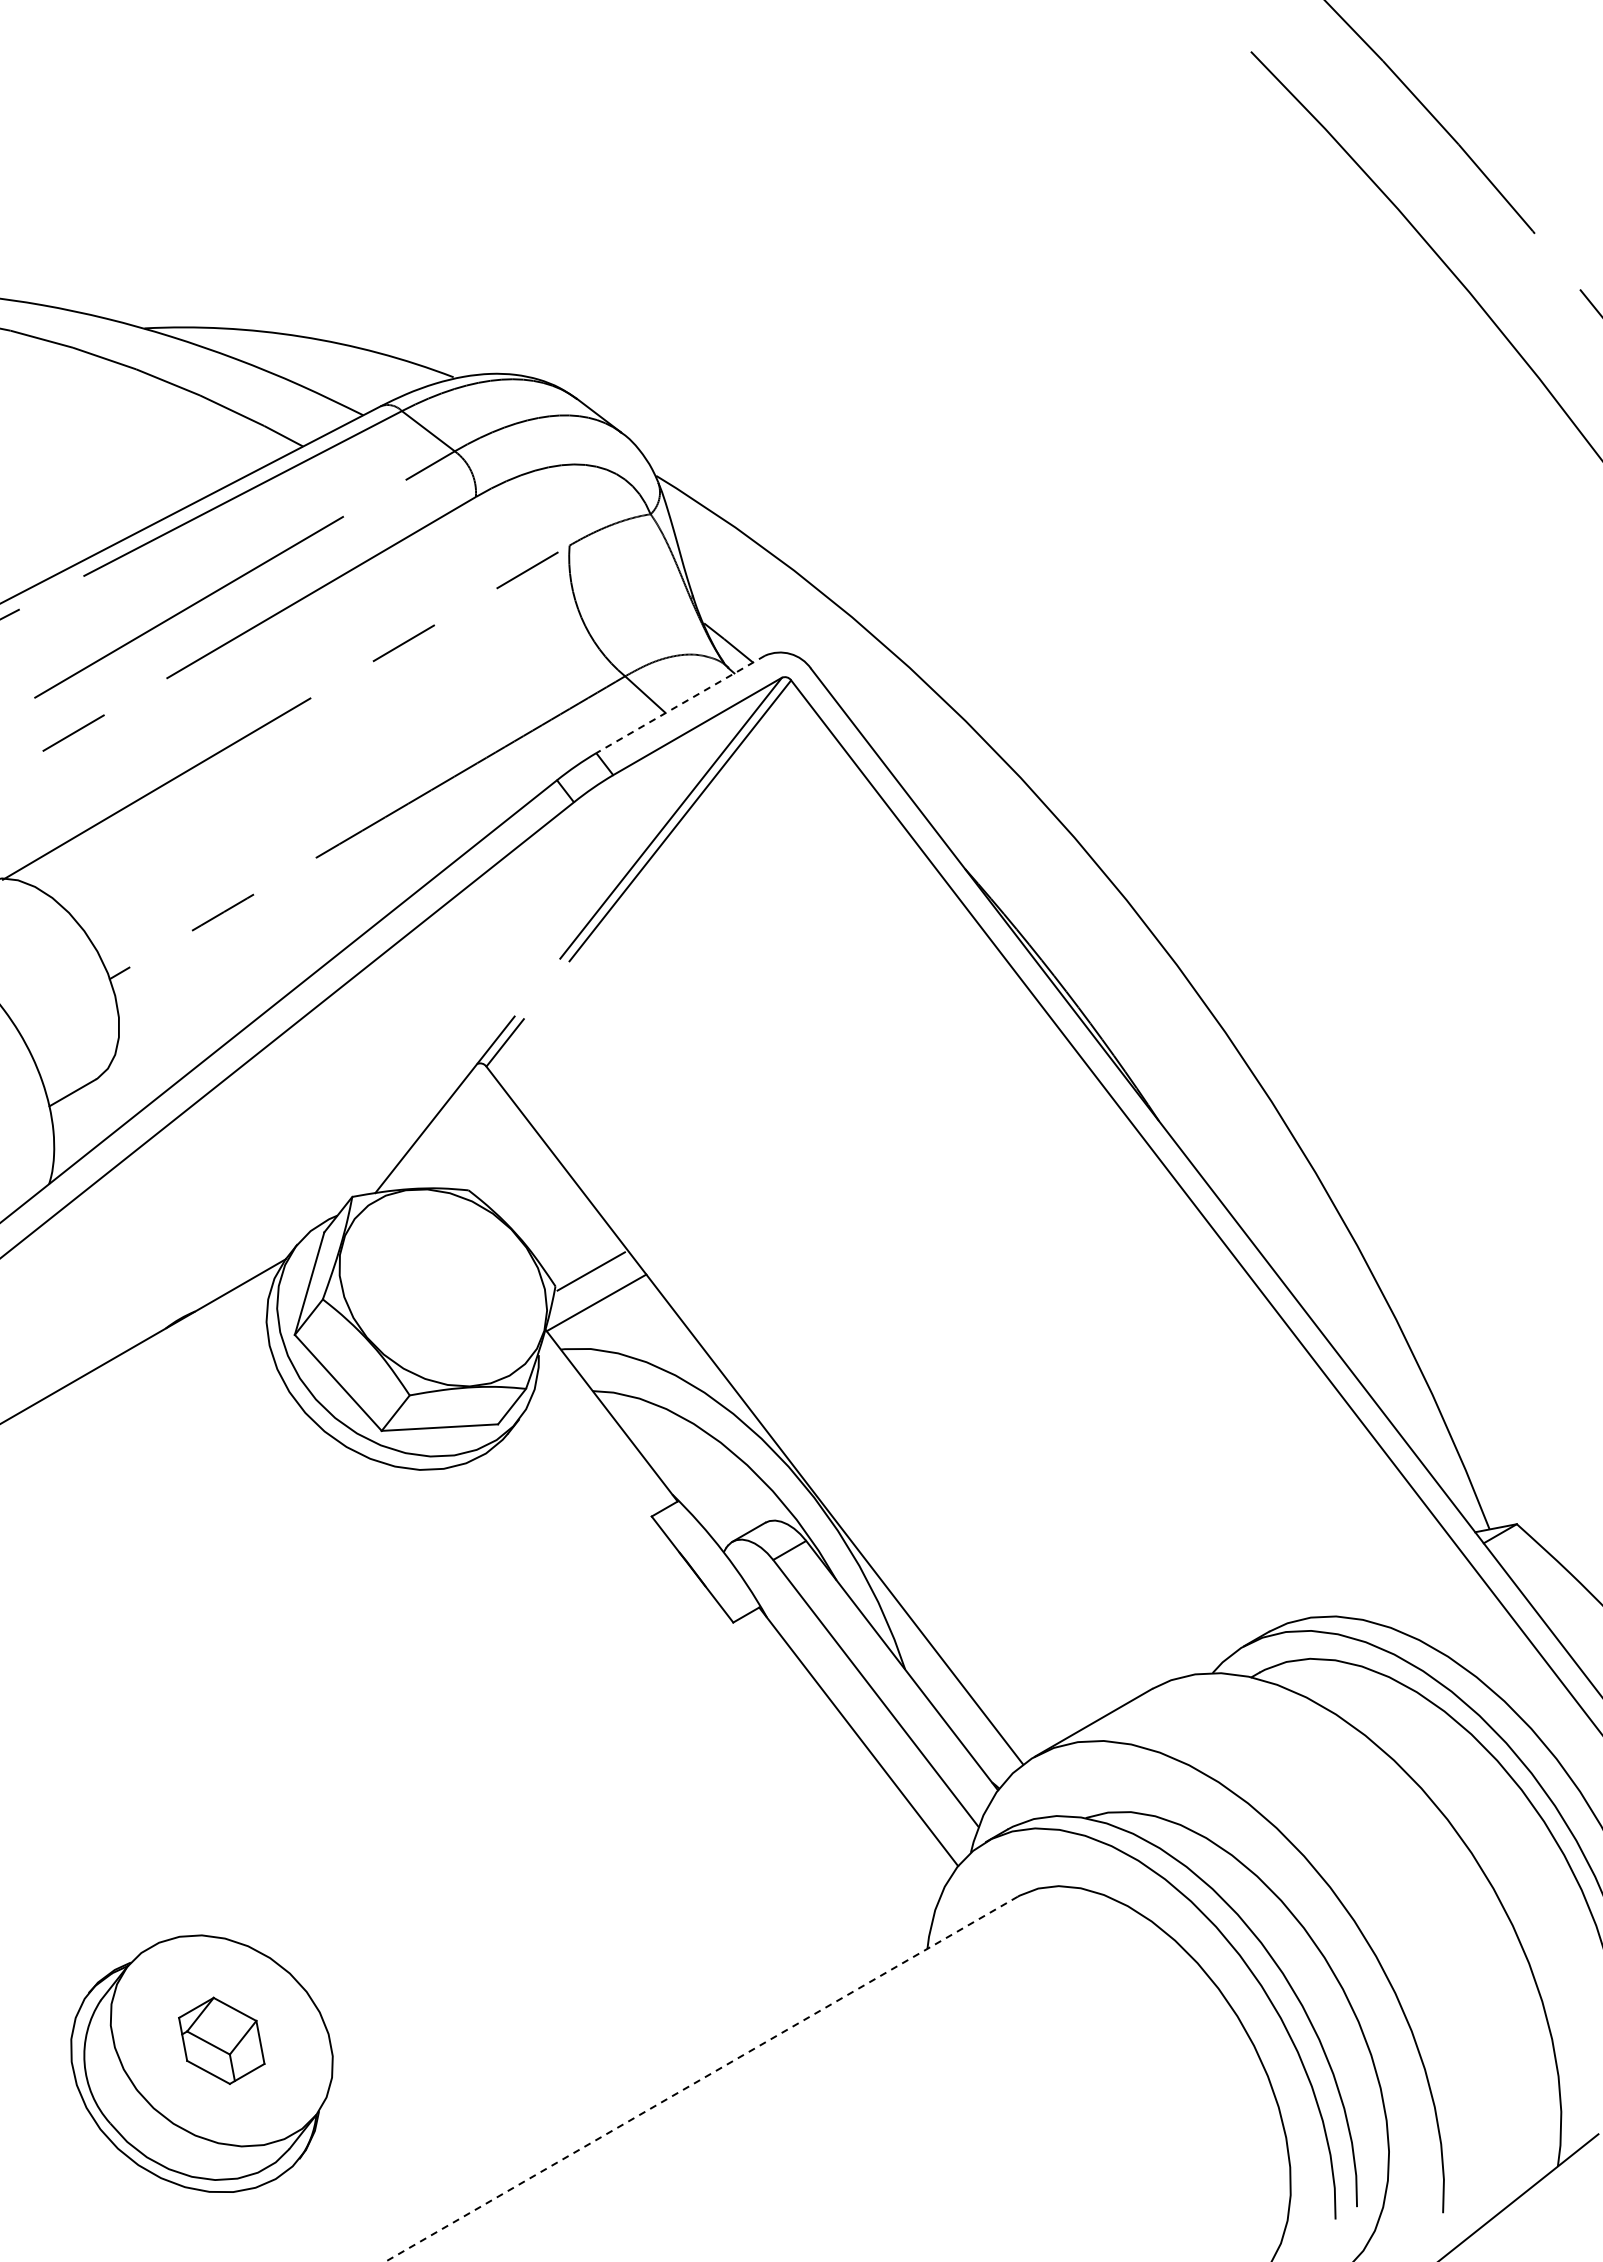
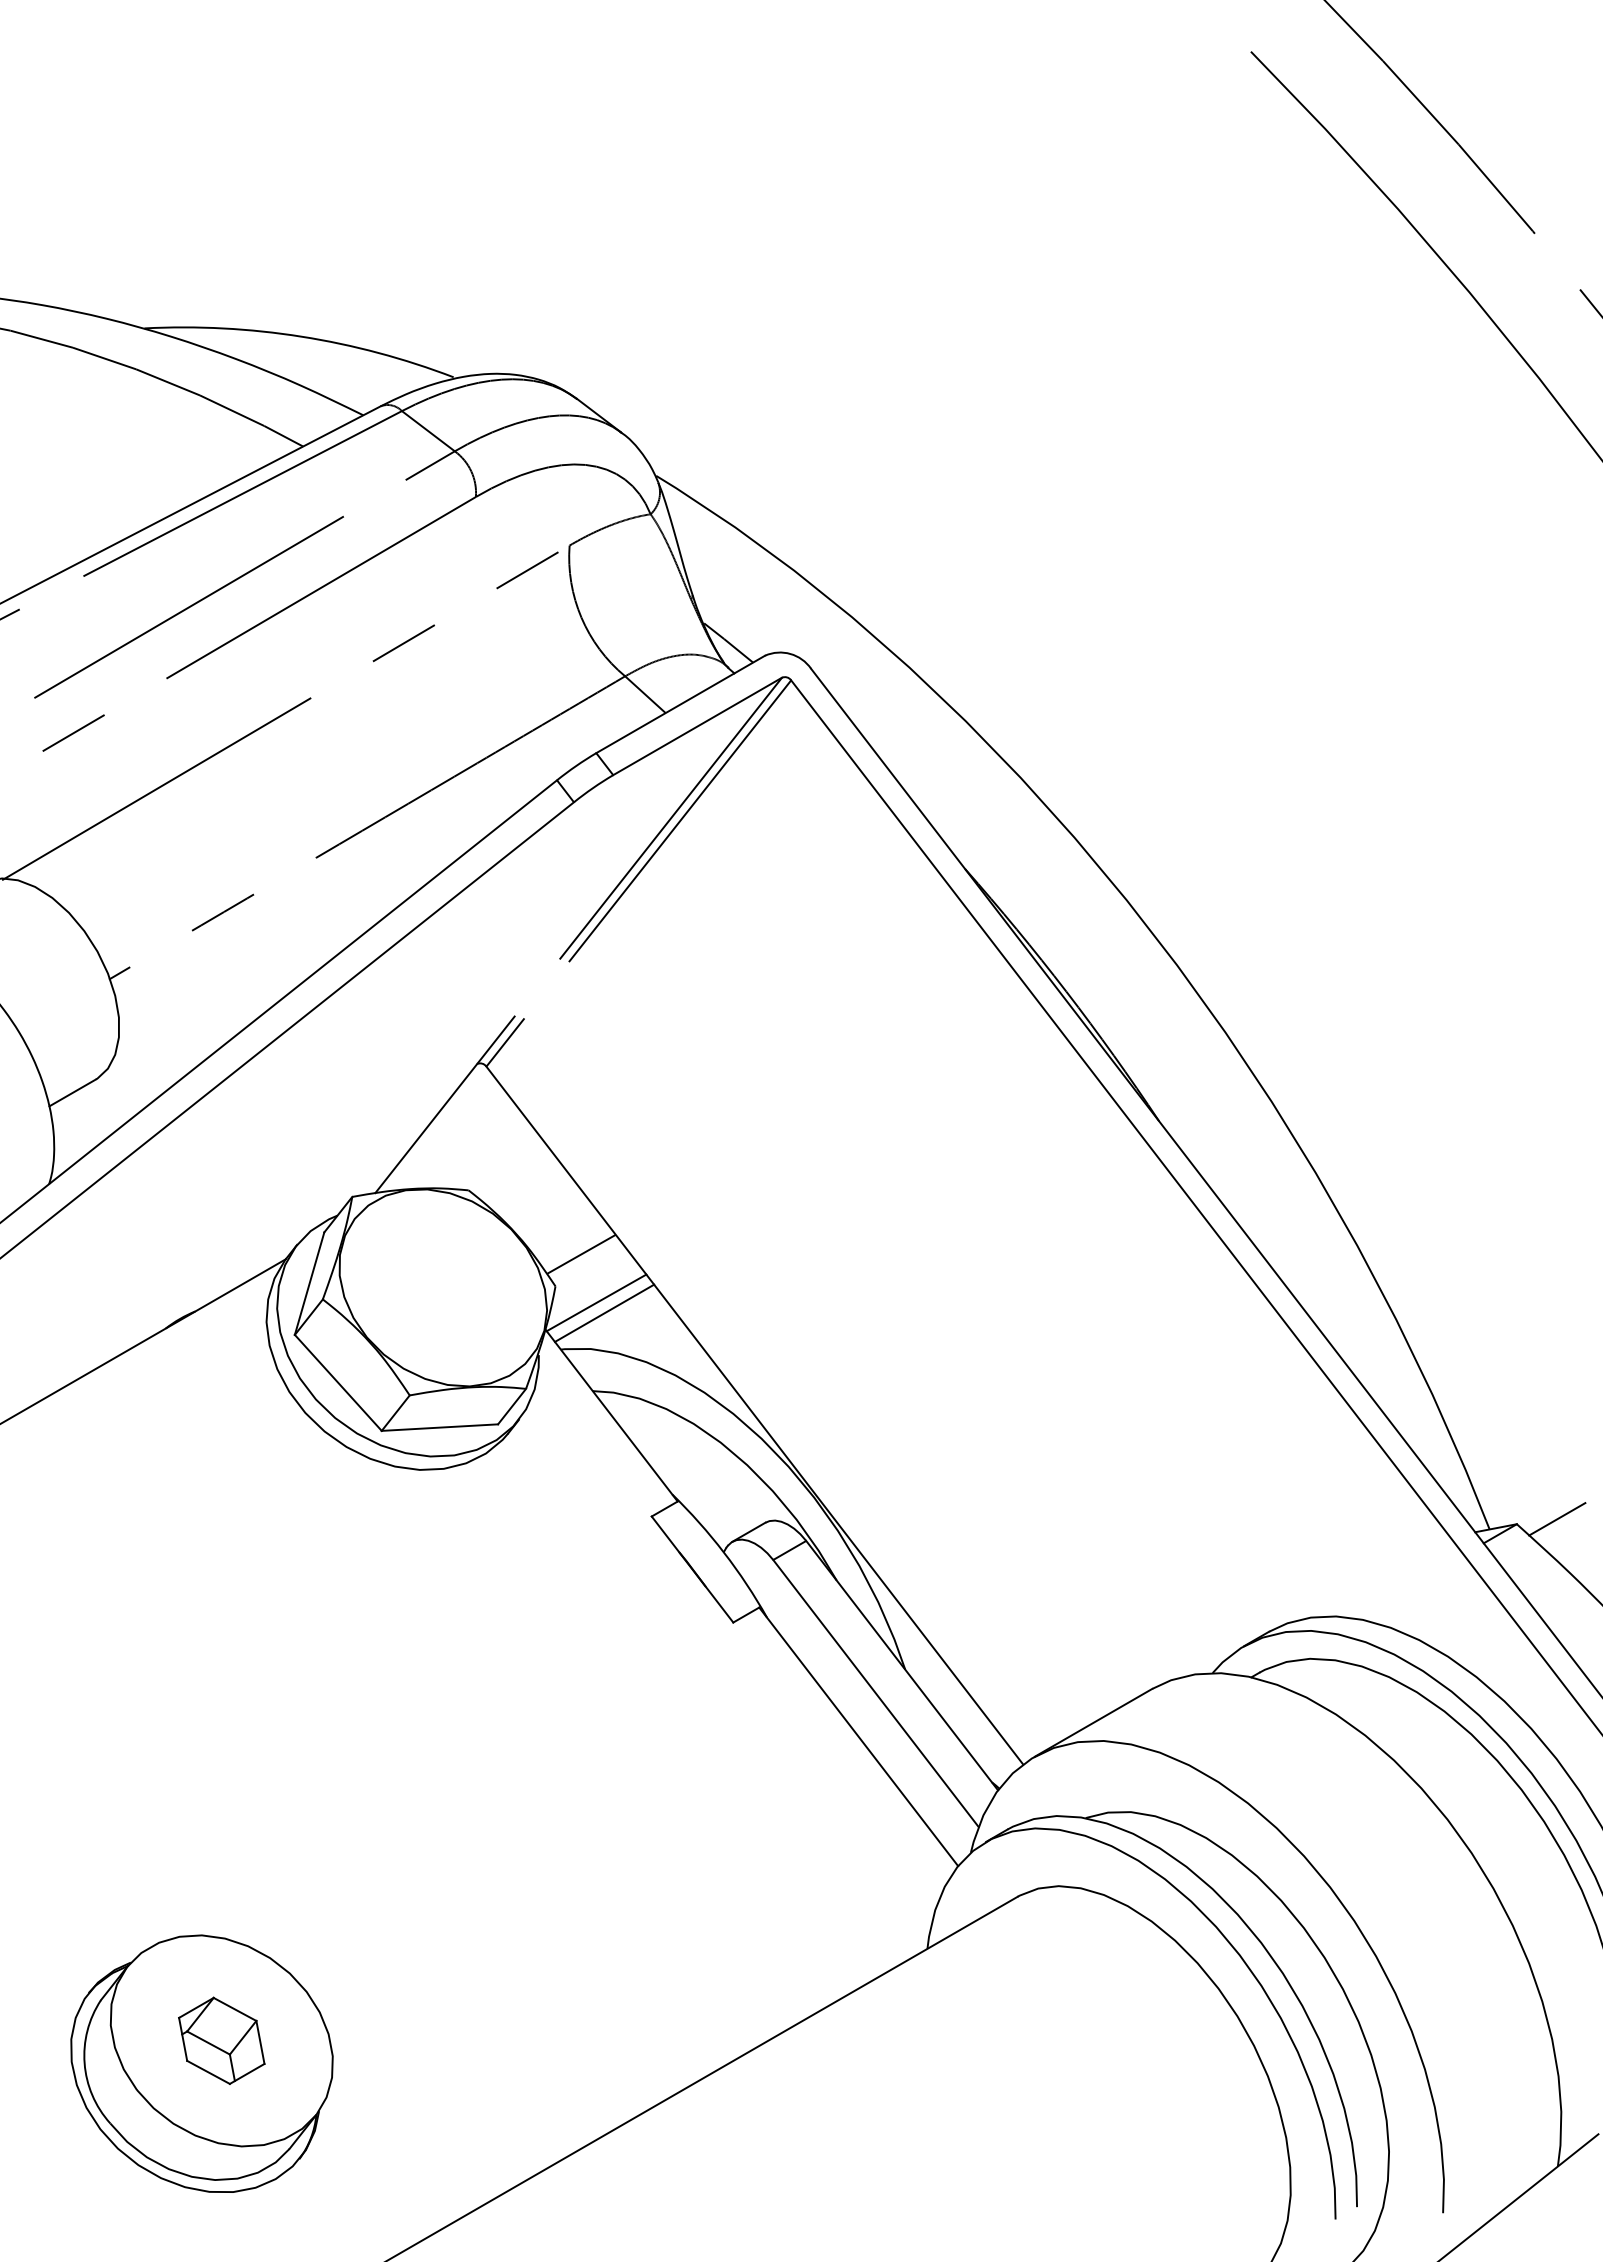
line at (680, 704): dashed -> solid
line at (590, 1271) position: (590, 1271) -> (580, 1254)
line at (604, 1312): none -> present
line at (1557, 1519): none -> present
line at (701, 2079): dashed -> solid
